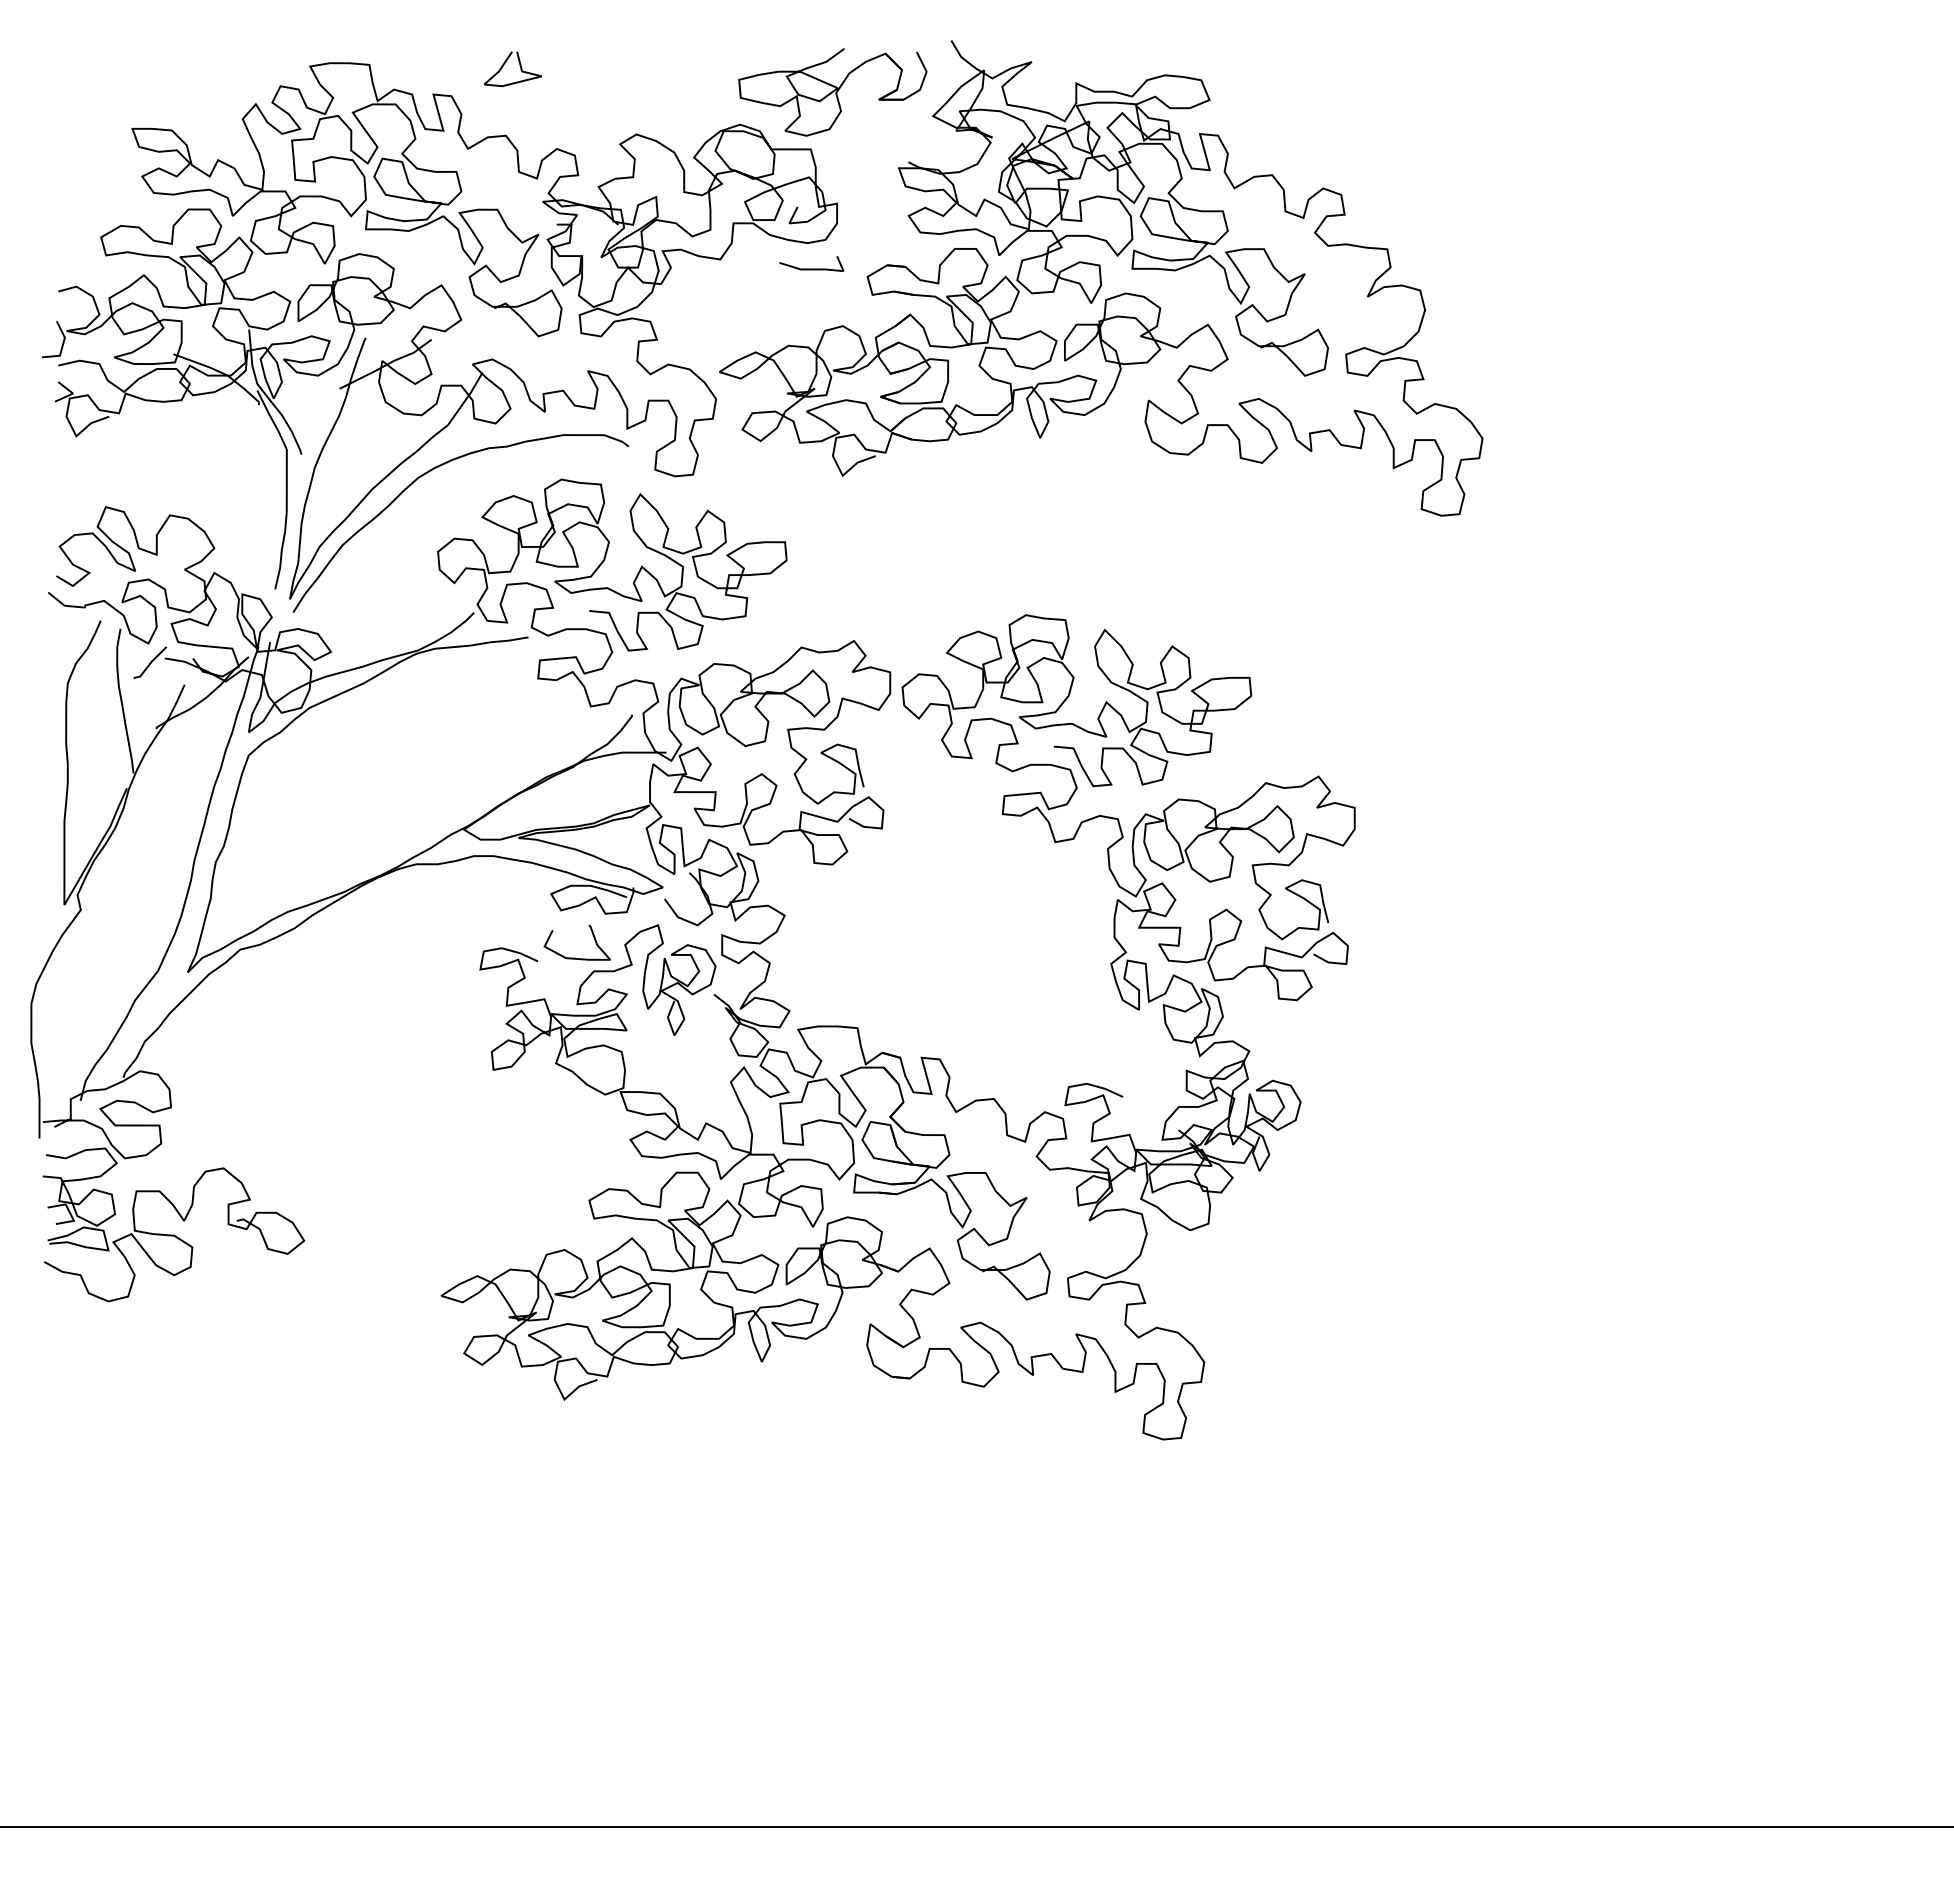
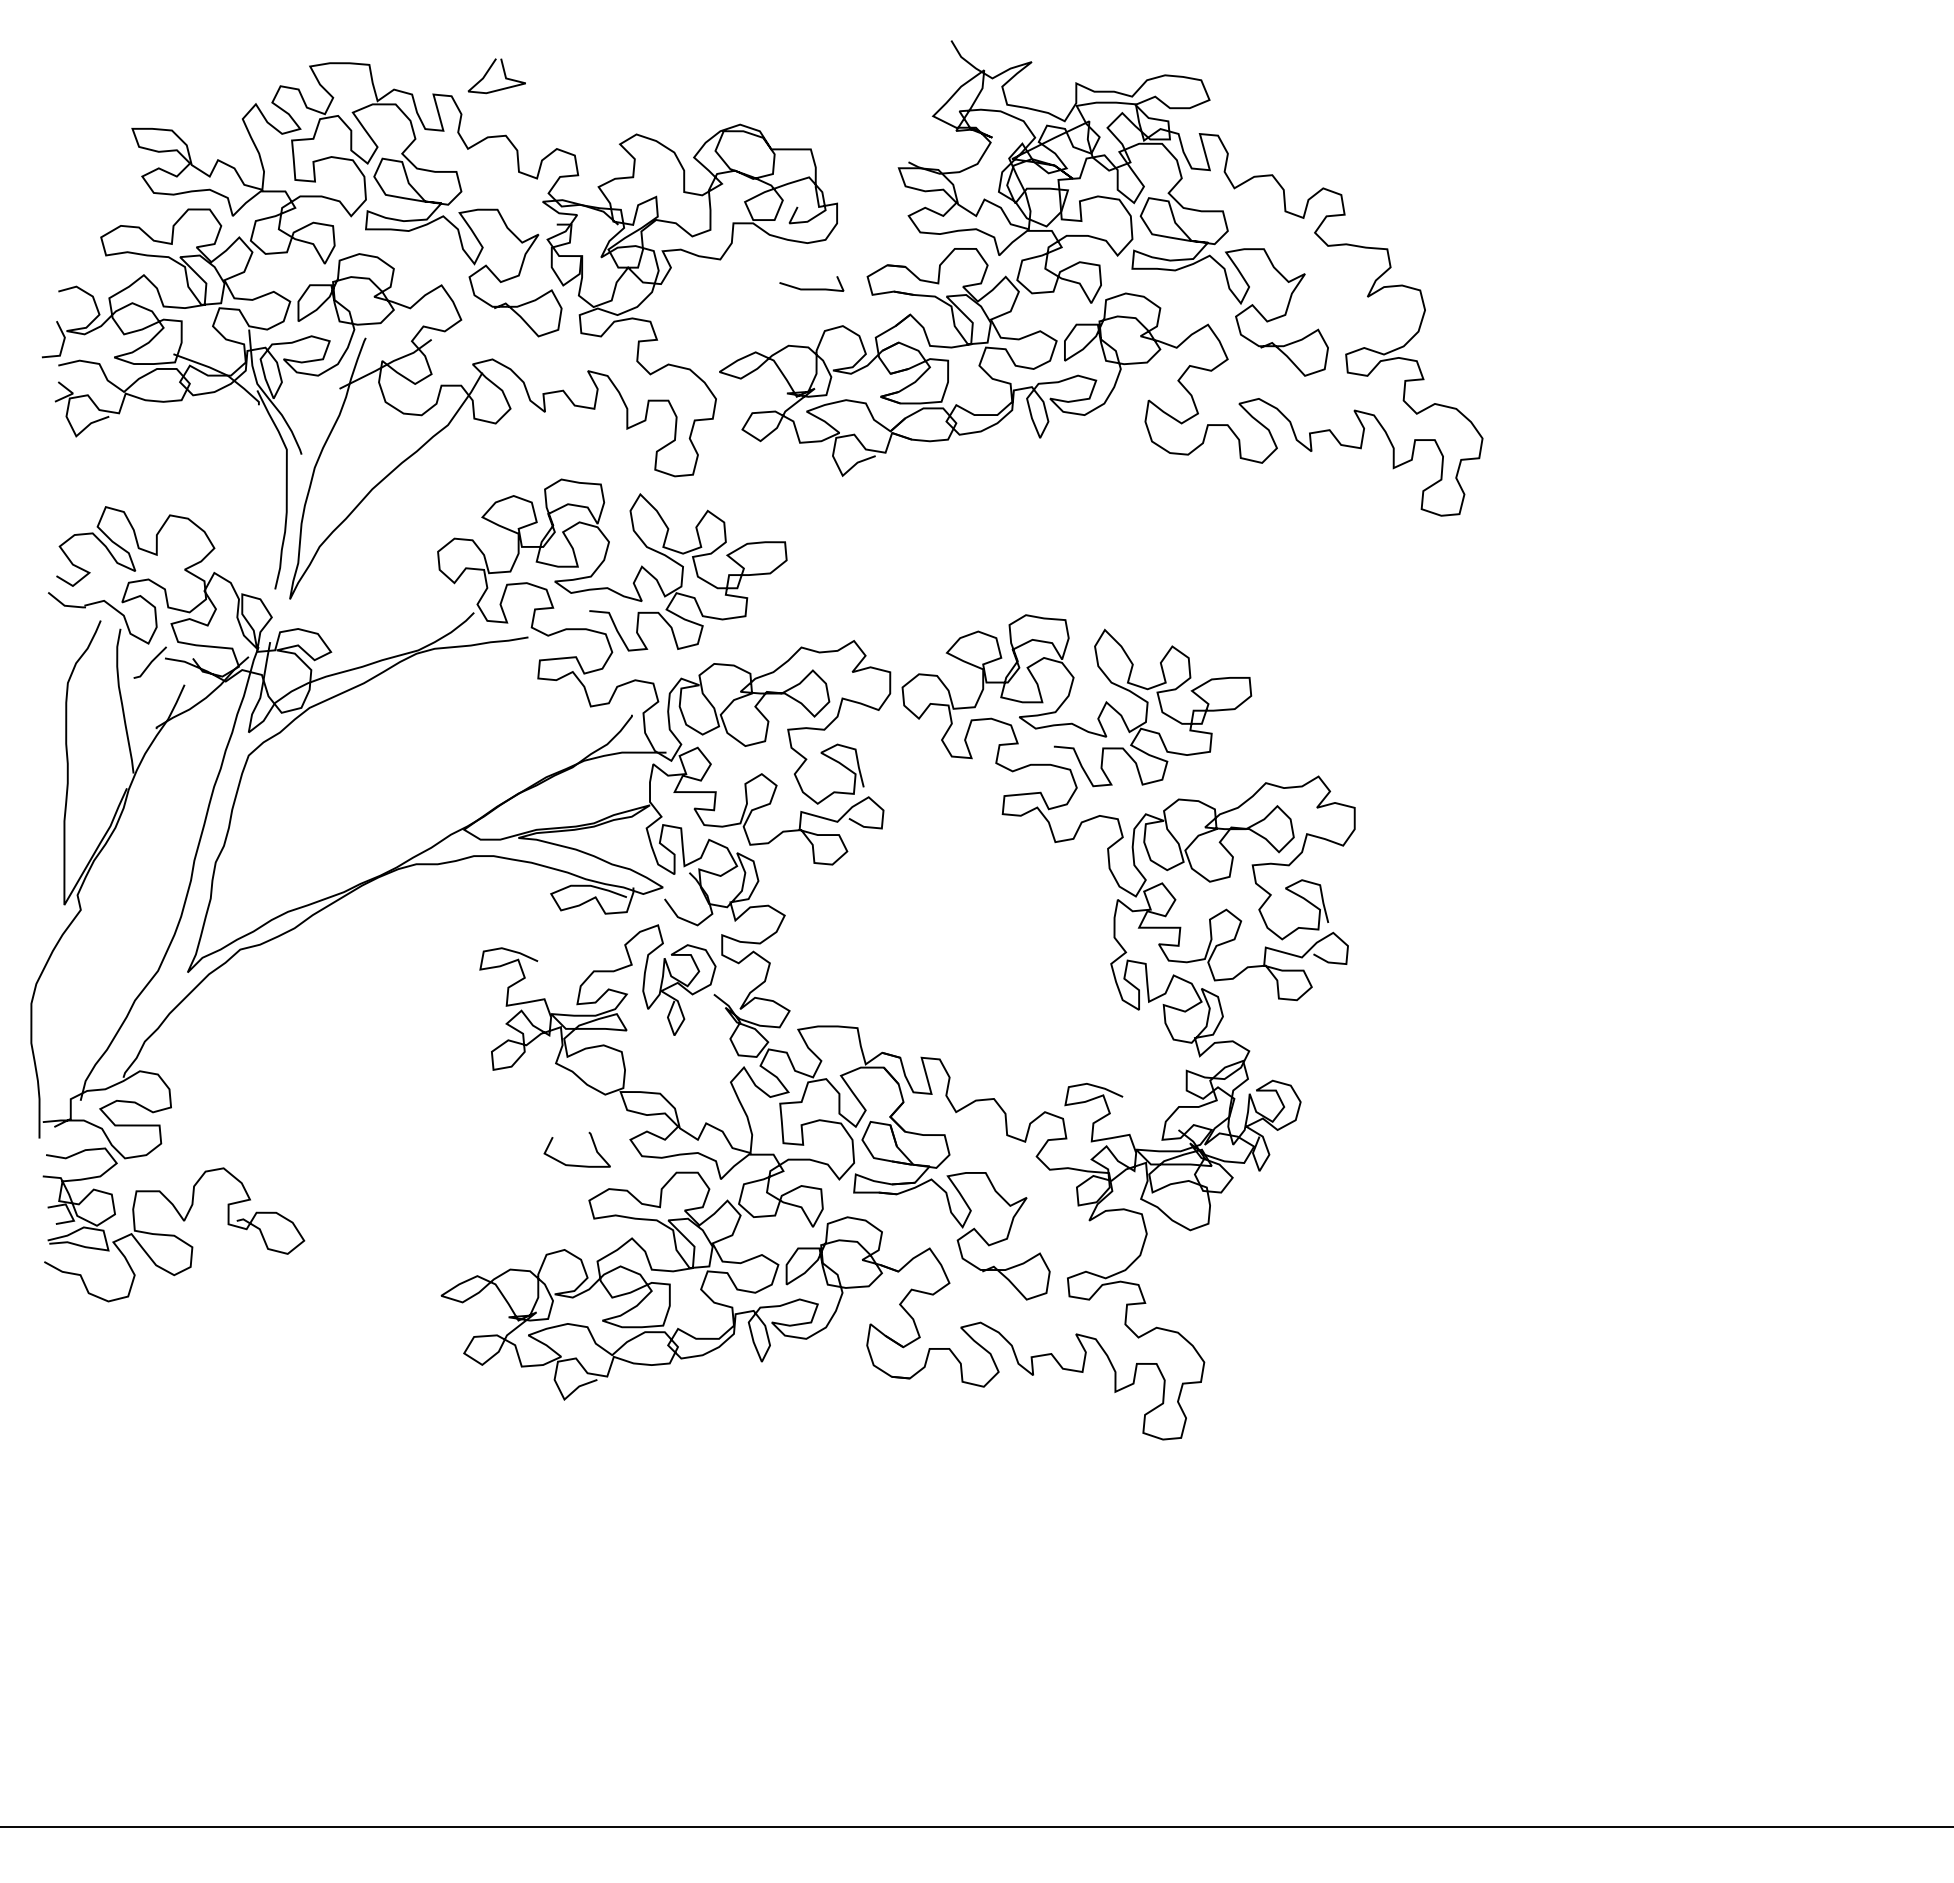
curve at (519, 66) position: (519, 66) -> (503, 73)
part at (832, 92): present -> none
line at (811, 268) position: (811, 268) -> (811, 288)
curve at (429, 472): present -> none
curve at (575, 957) position: (575, 957) -> (575, 1164)
